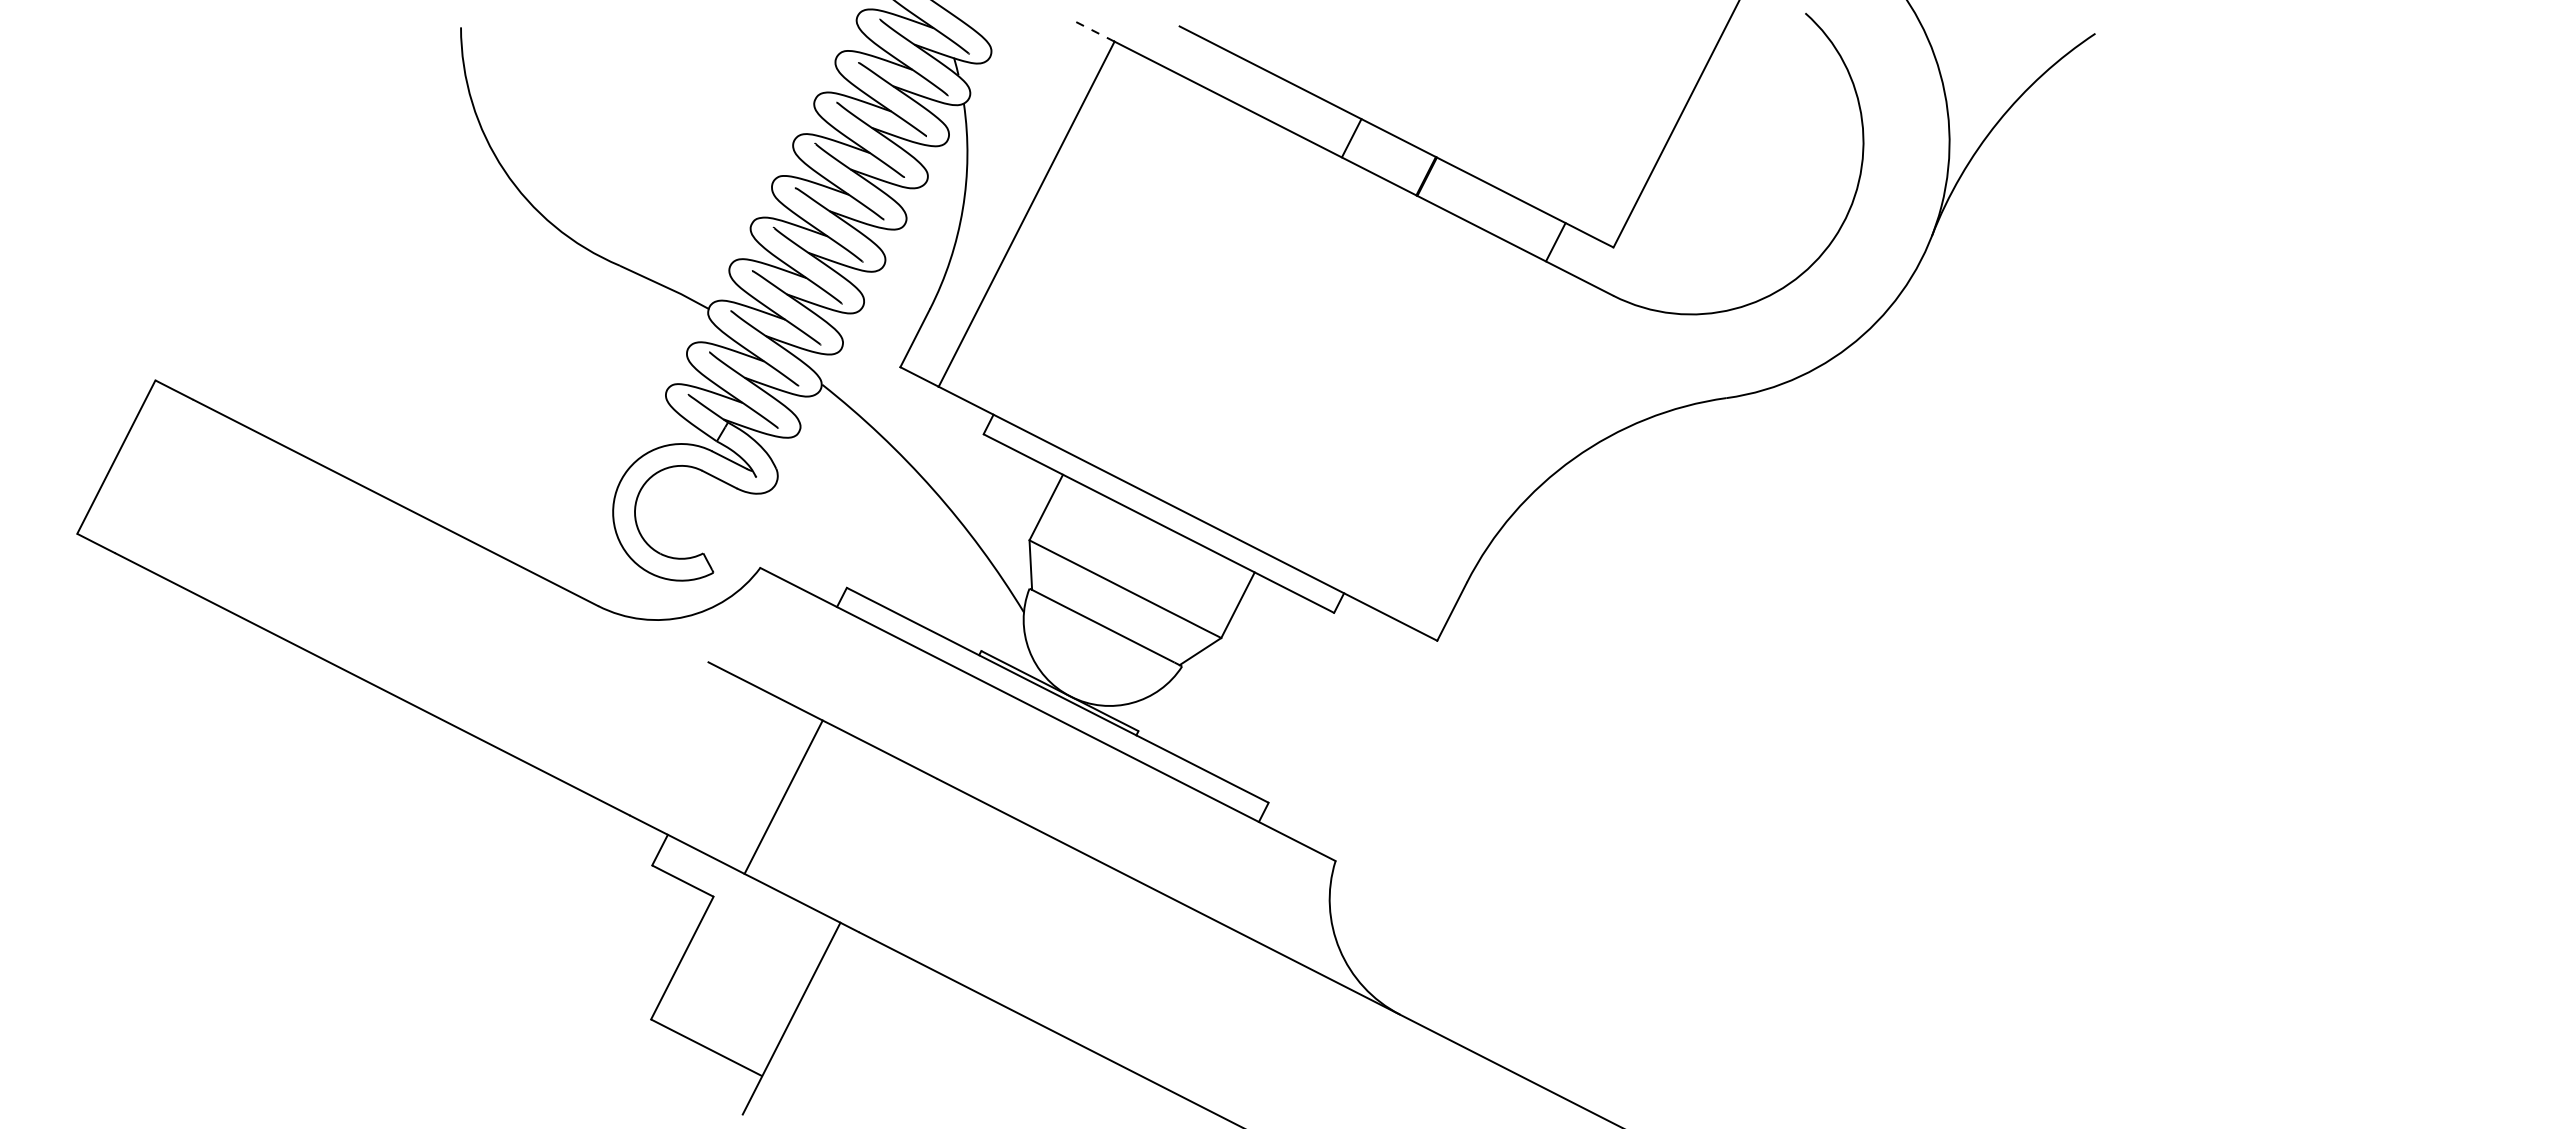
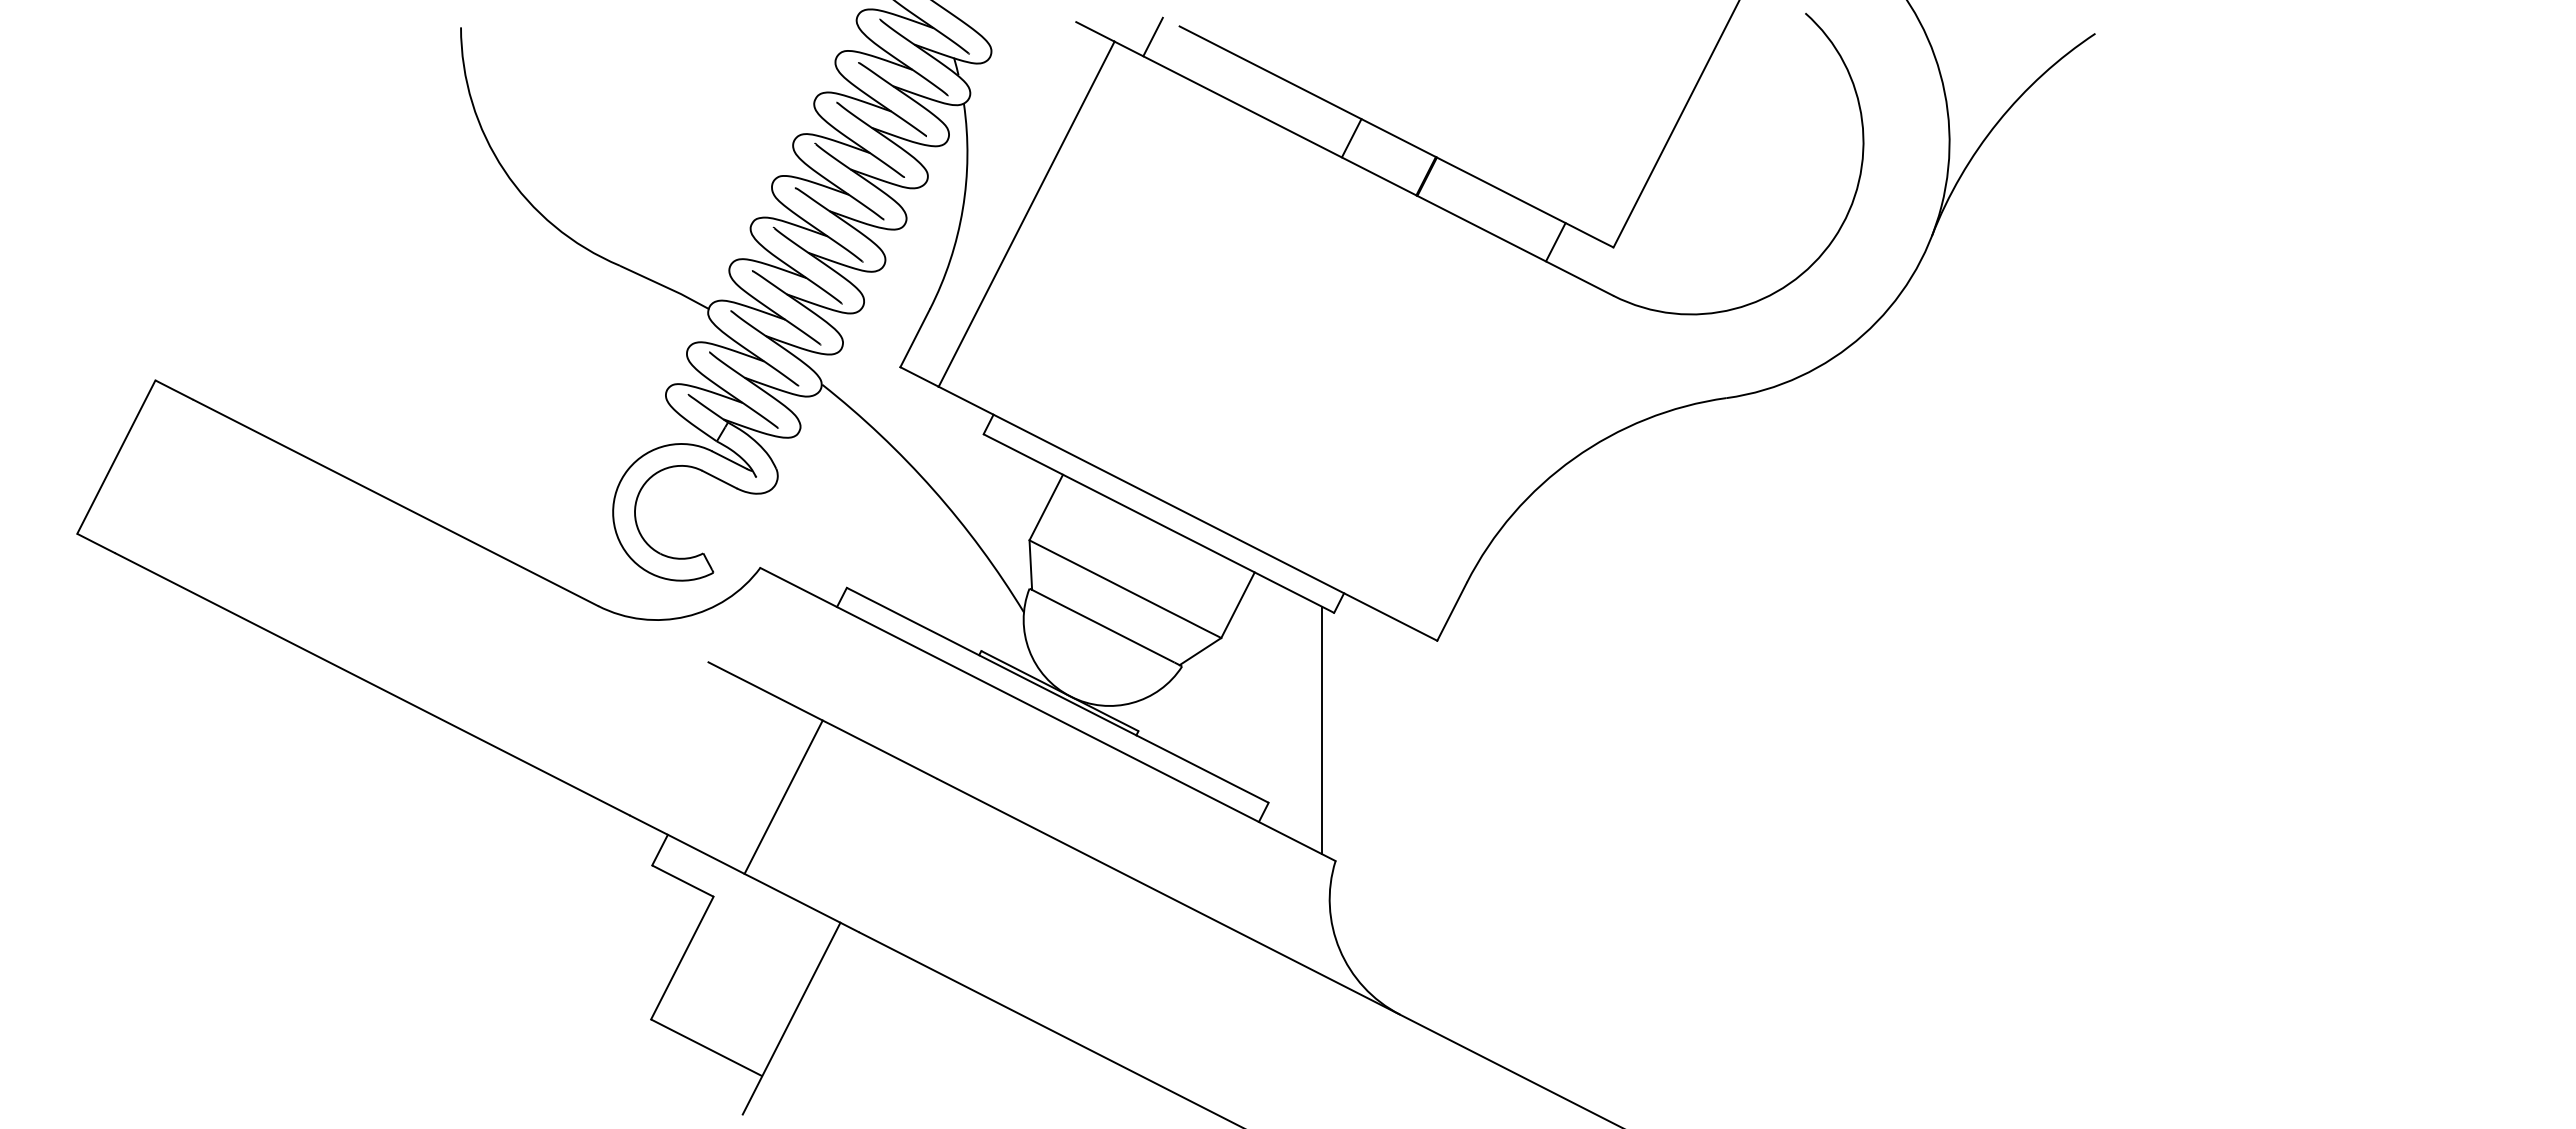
line at (1095, 31): dashed -> solid
line at (1152, 36): none -> present
line at (1321, 730): none -> present
